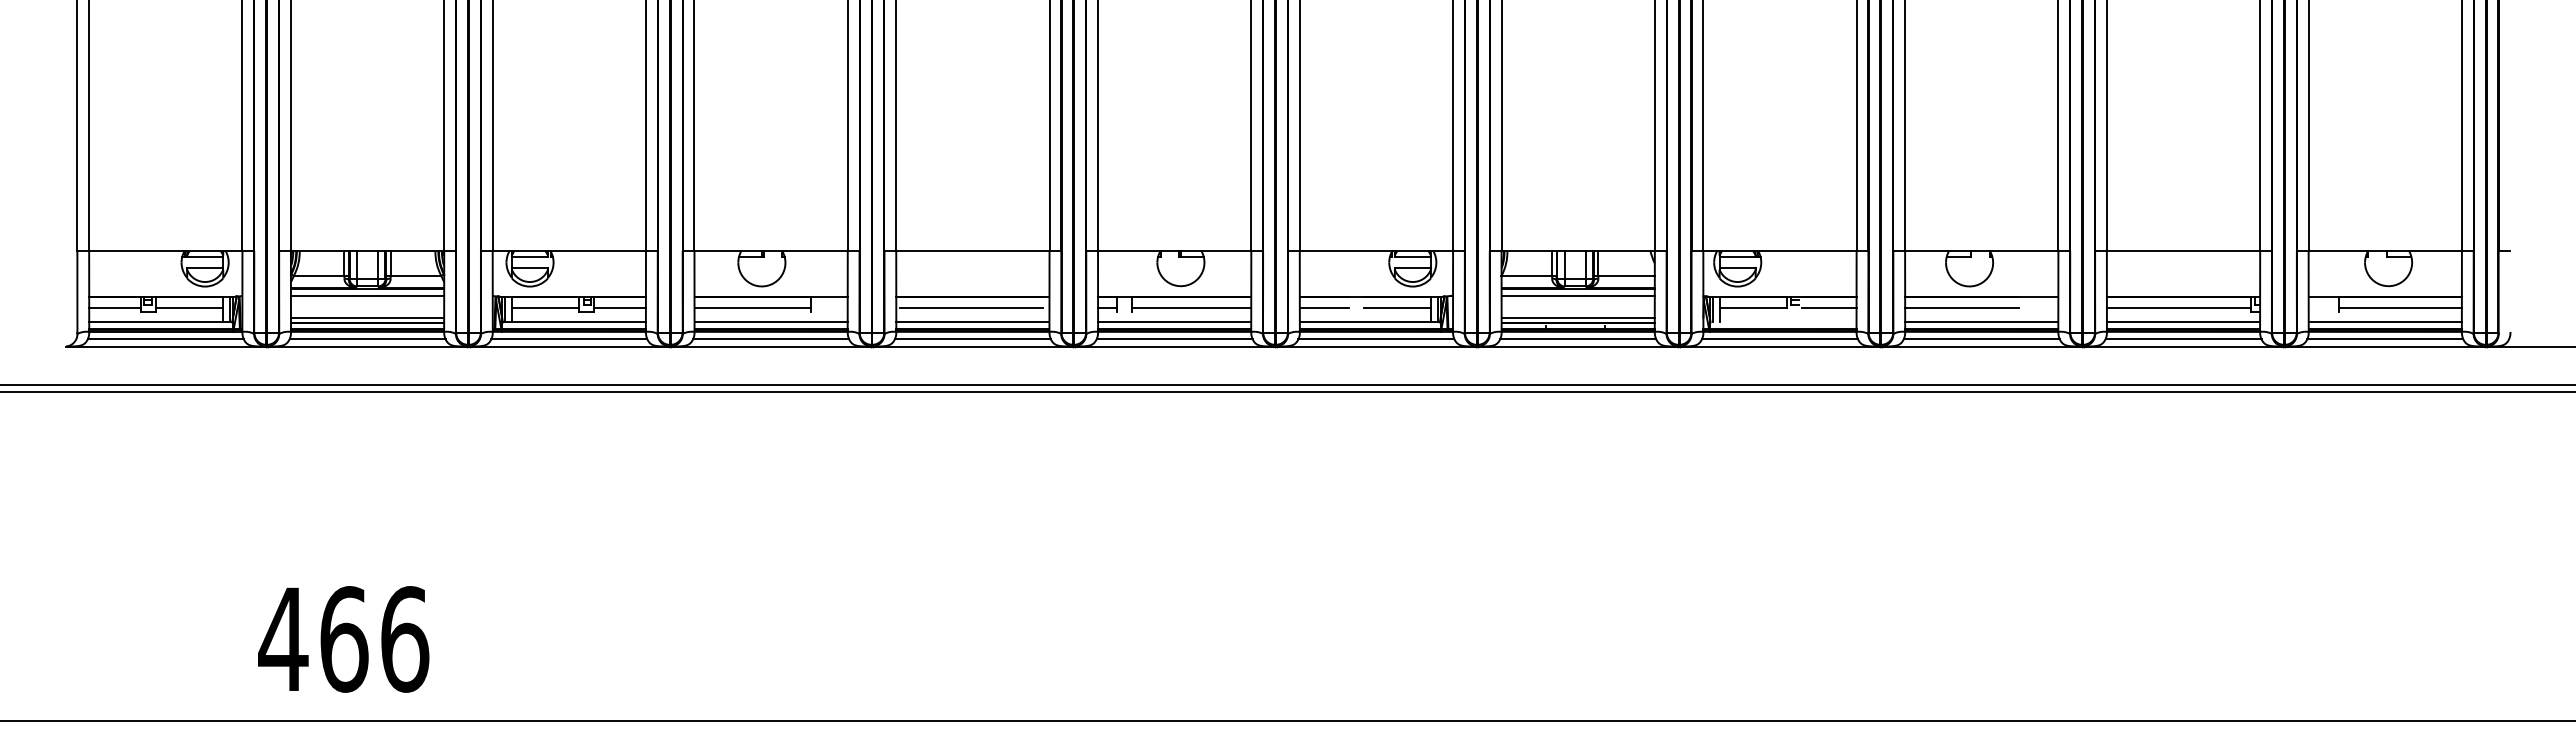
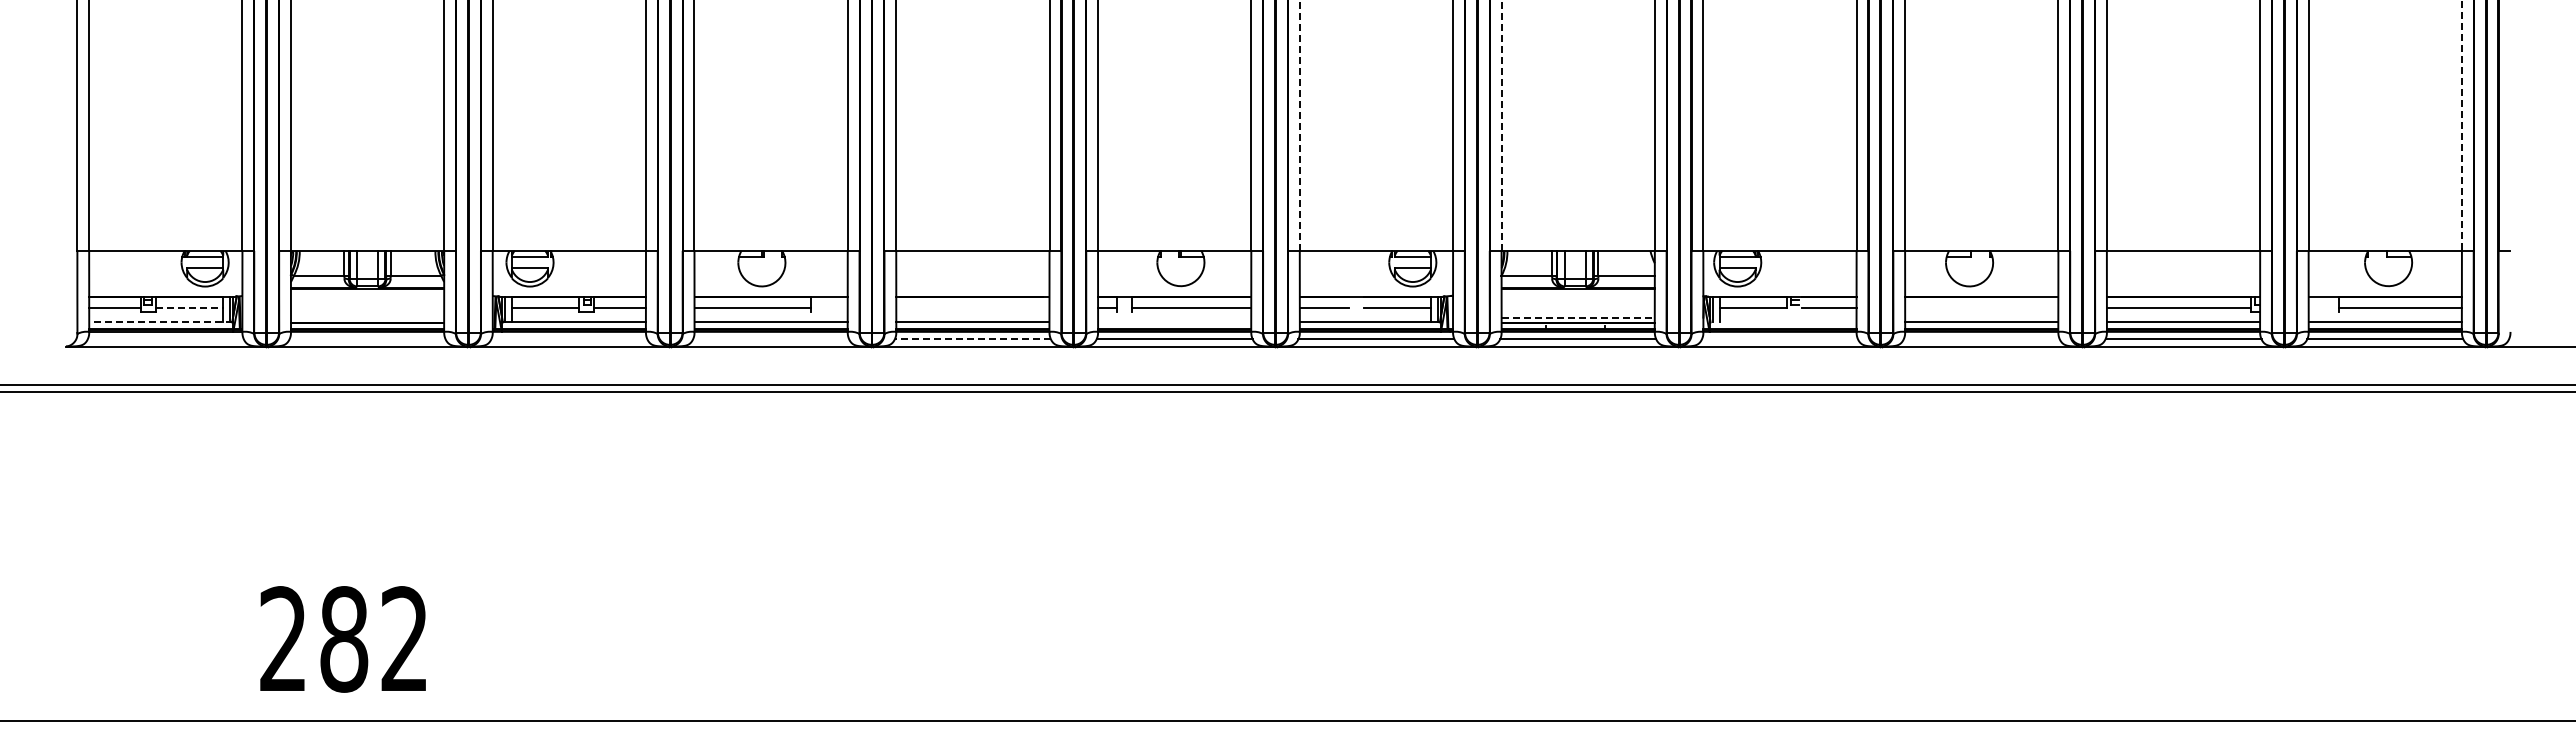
line at (1299, 125): solid -> dashed
line at (1501, 125): solid -> dashed
line at (2461, 125): solid -> dashed
line at (367, 295): present -> none
line at (1577, 295): present -> none
line at (189, 308): solid -> dashed
line at (971, 308): present -> none
line at (1961, 308): present -> none
line at (367, 318): present -> none
line at (1578, 318): solid -> dashed
line at (160, 322): solid -> dashed
line at (1174, 322): present -> none
line at (165, 339): present -> none
line at (367, 339): present -> none
line at (569, 339): present -> none
line at (771, 339): present -> none
line at (972, 339): solid -> dashed
line at (1779, 339): present -> none
line at (1981, 339): present -> none
text at (343, 639): 466 -> 282
